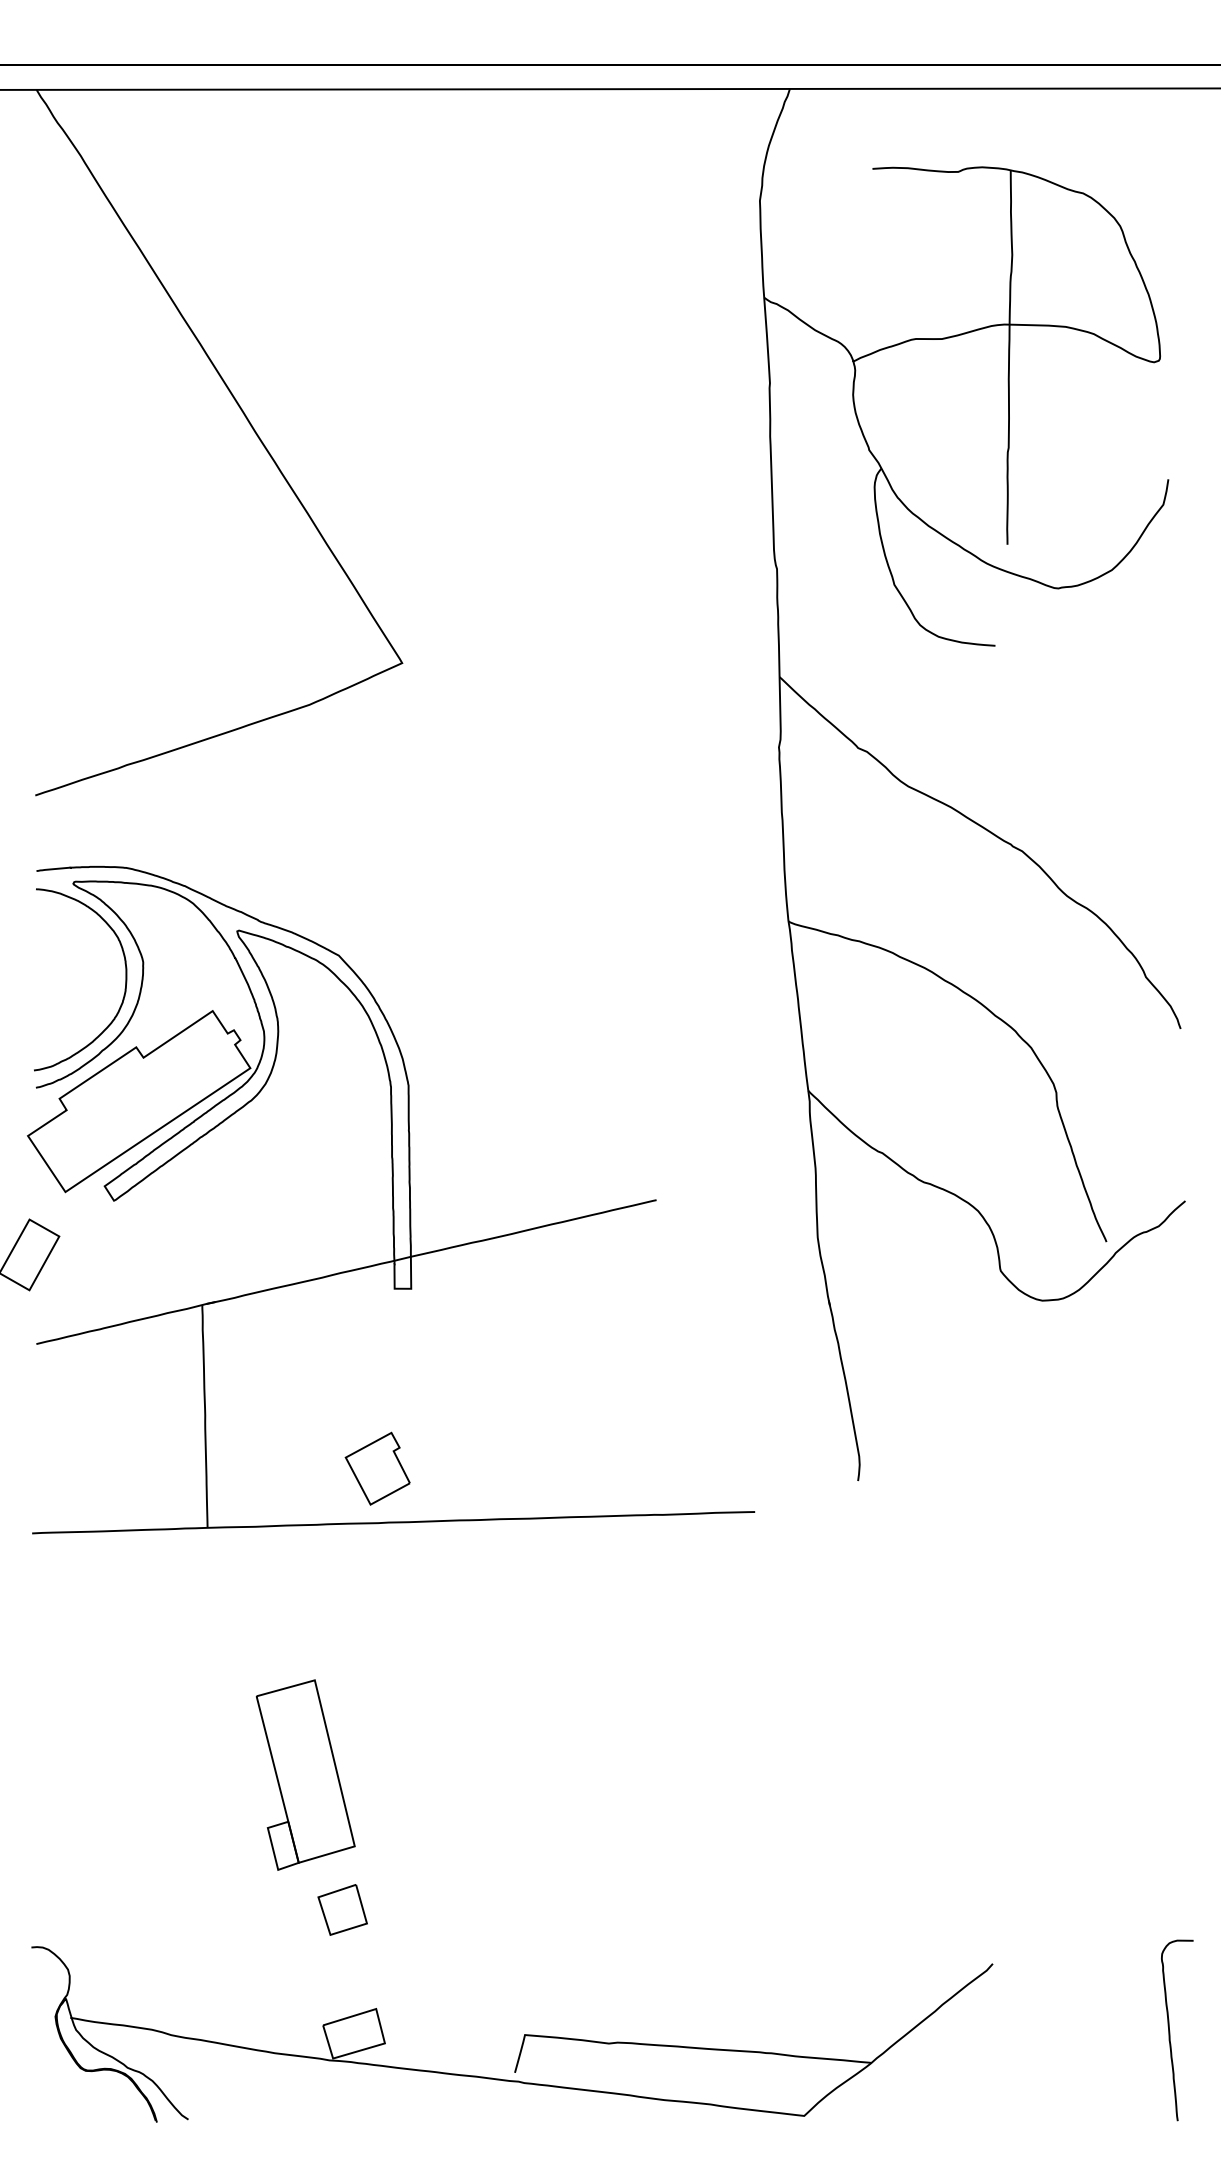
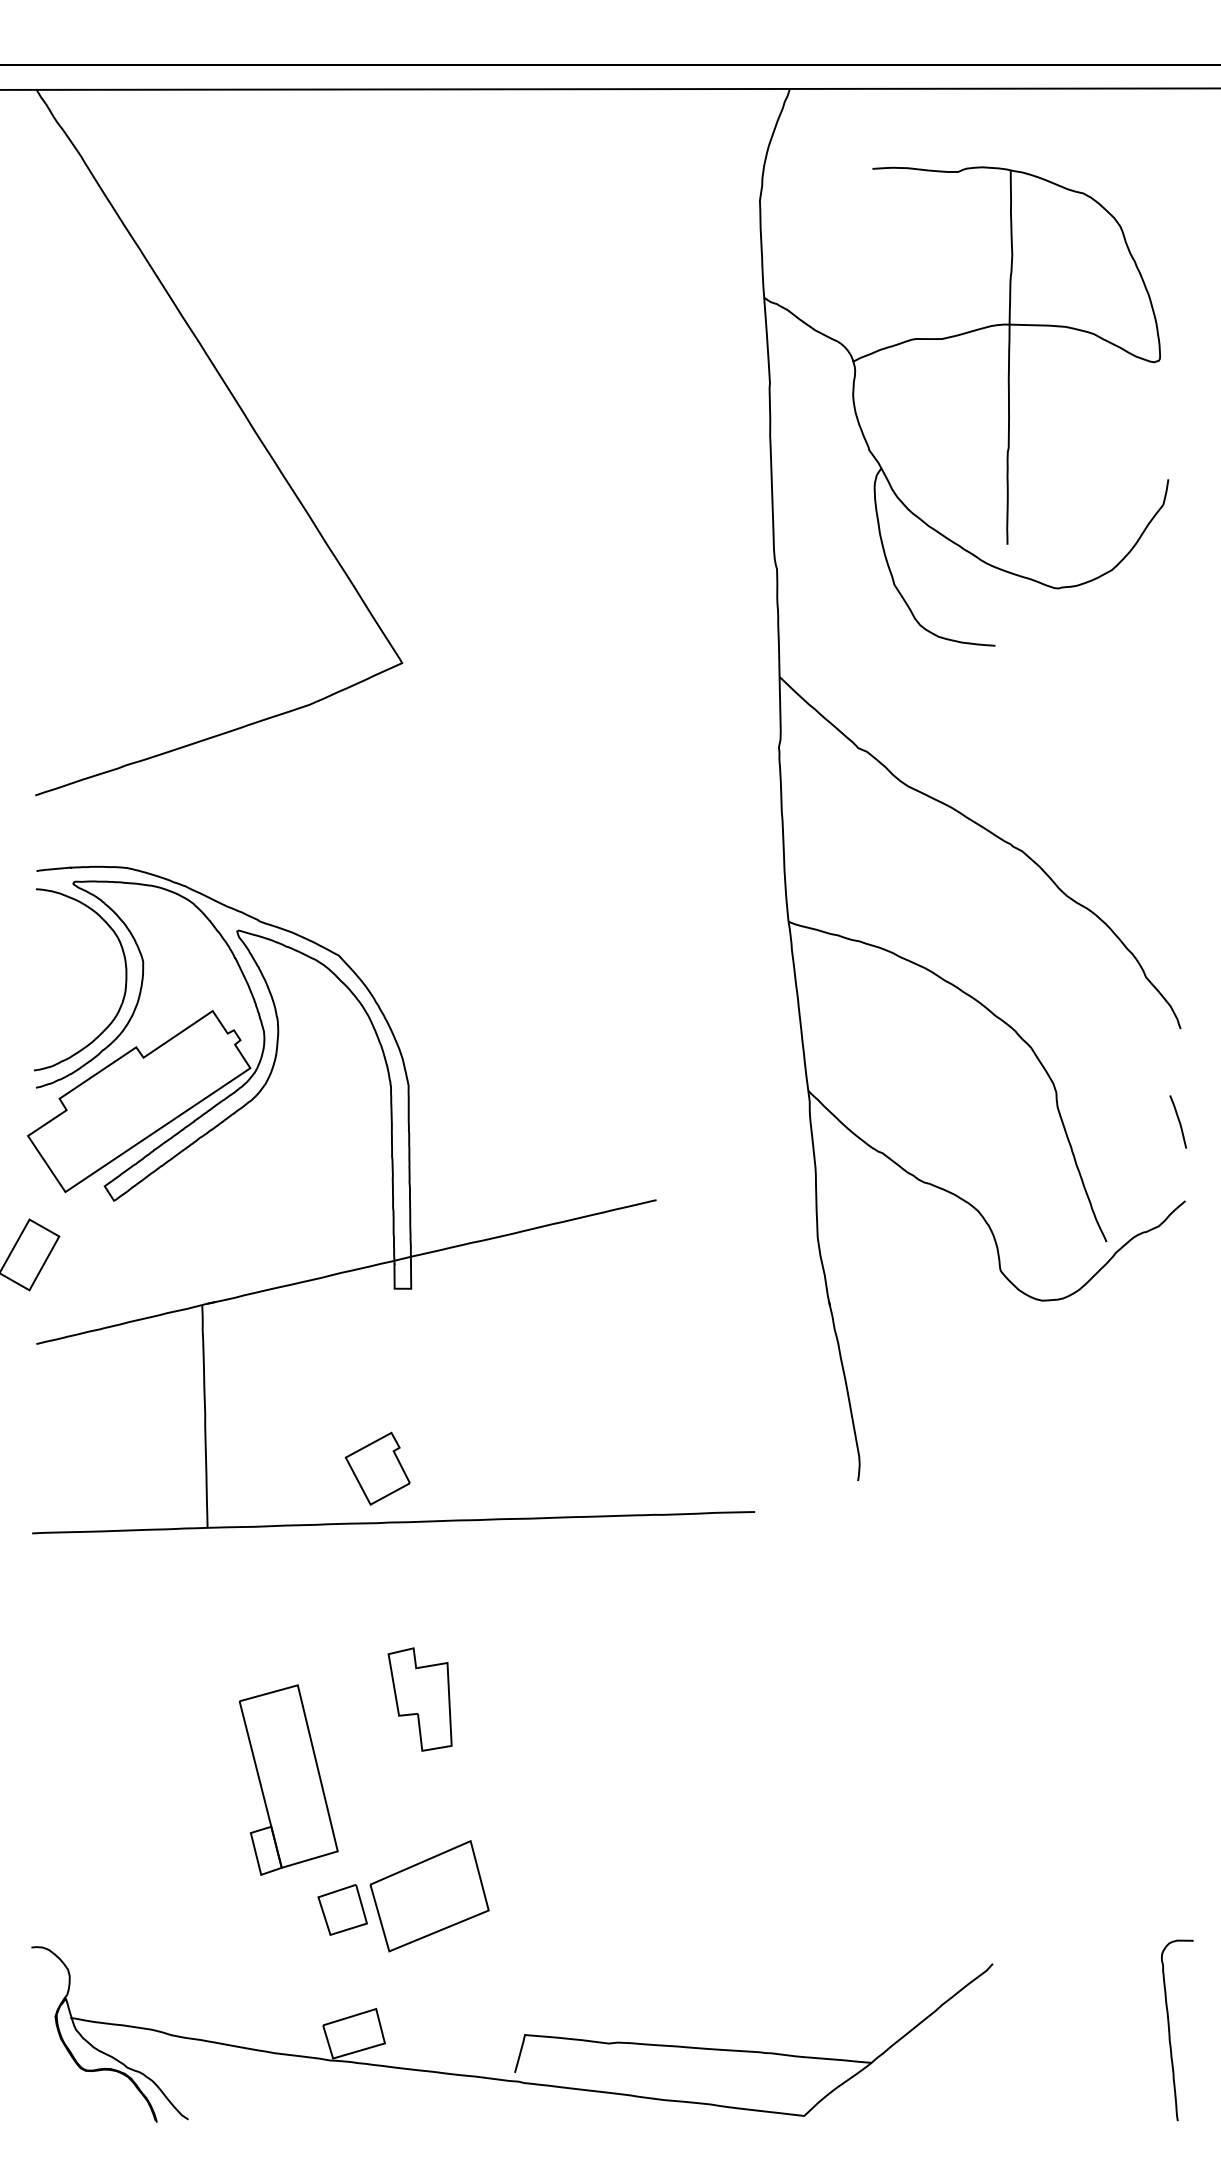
curve at (1178, 1121): none -> present
part at (419, 1699): none -> present
part at (305, 1774) position: (305, 1774) -> (288, 1779)
part at (429, 1896): none -> present
